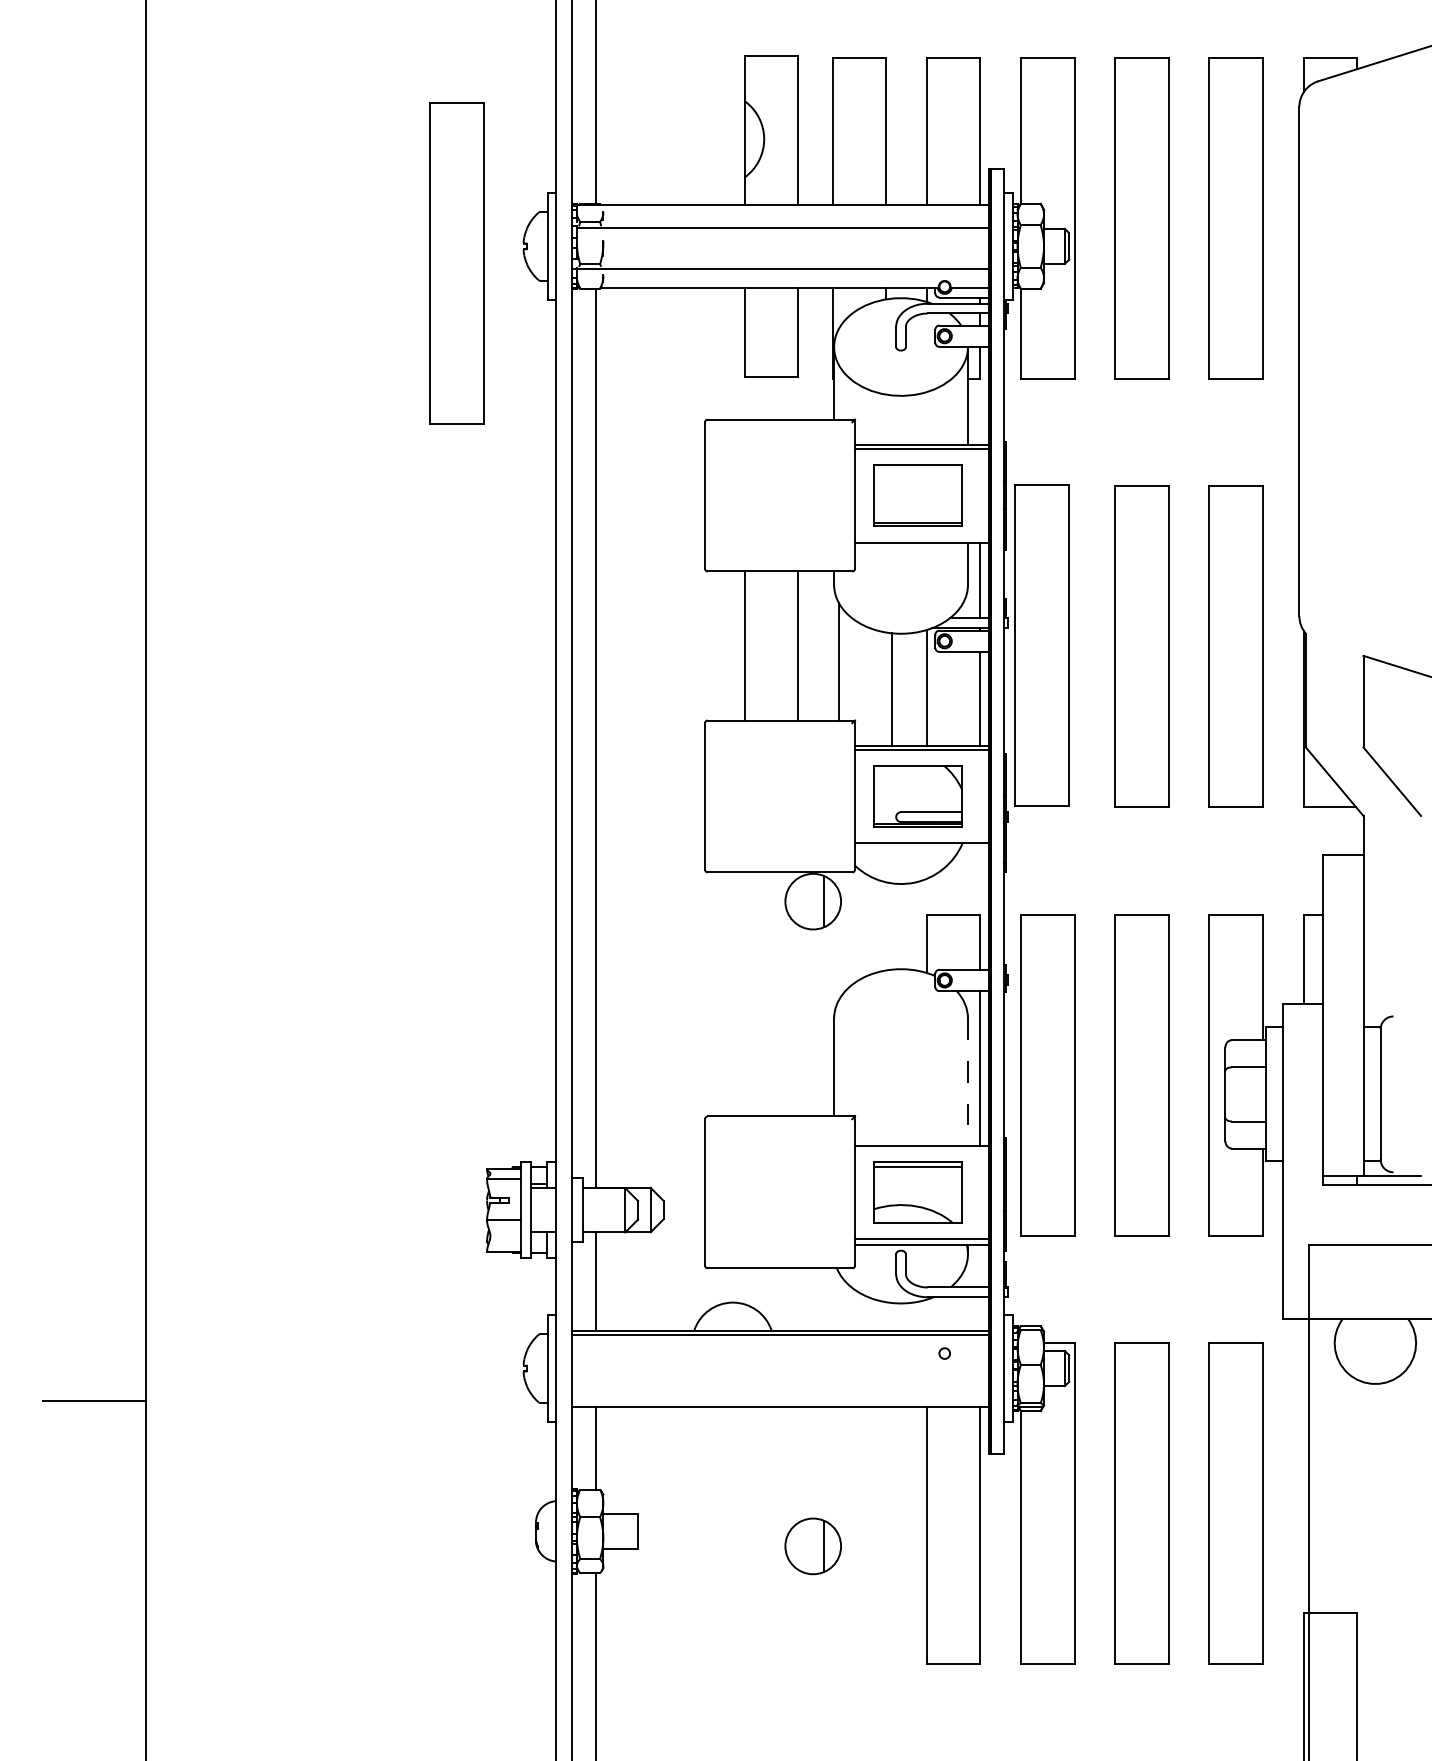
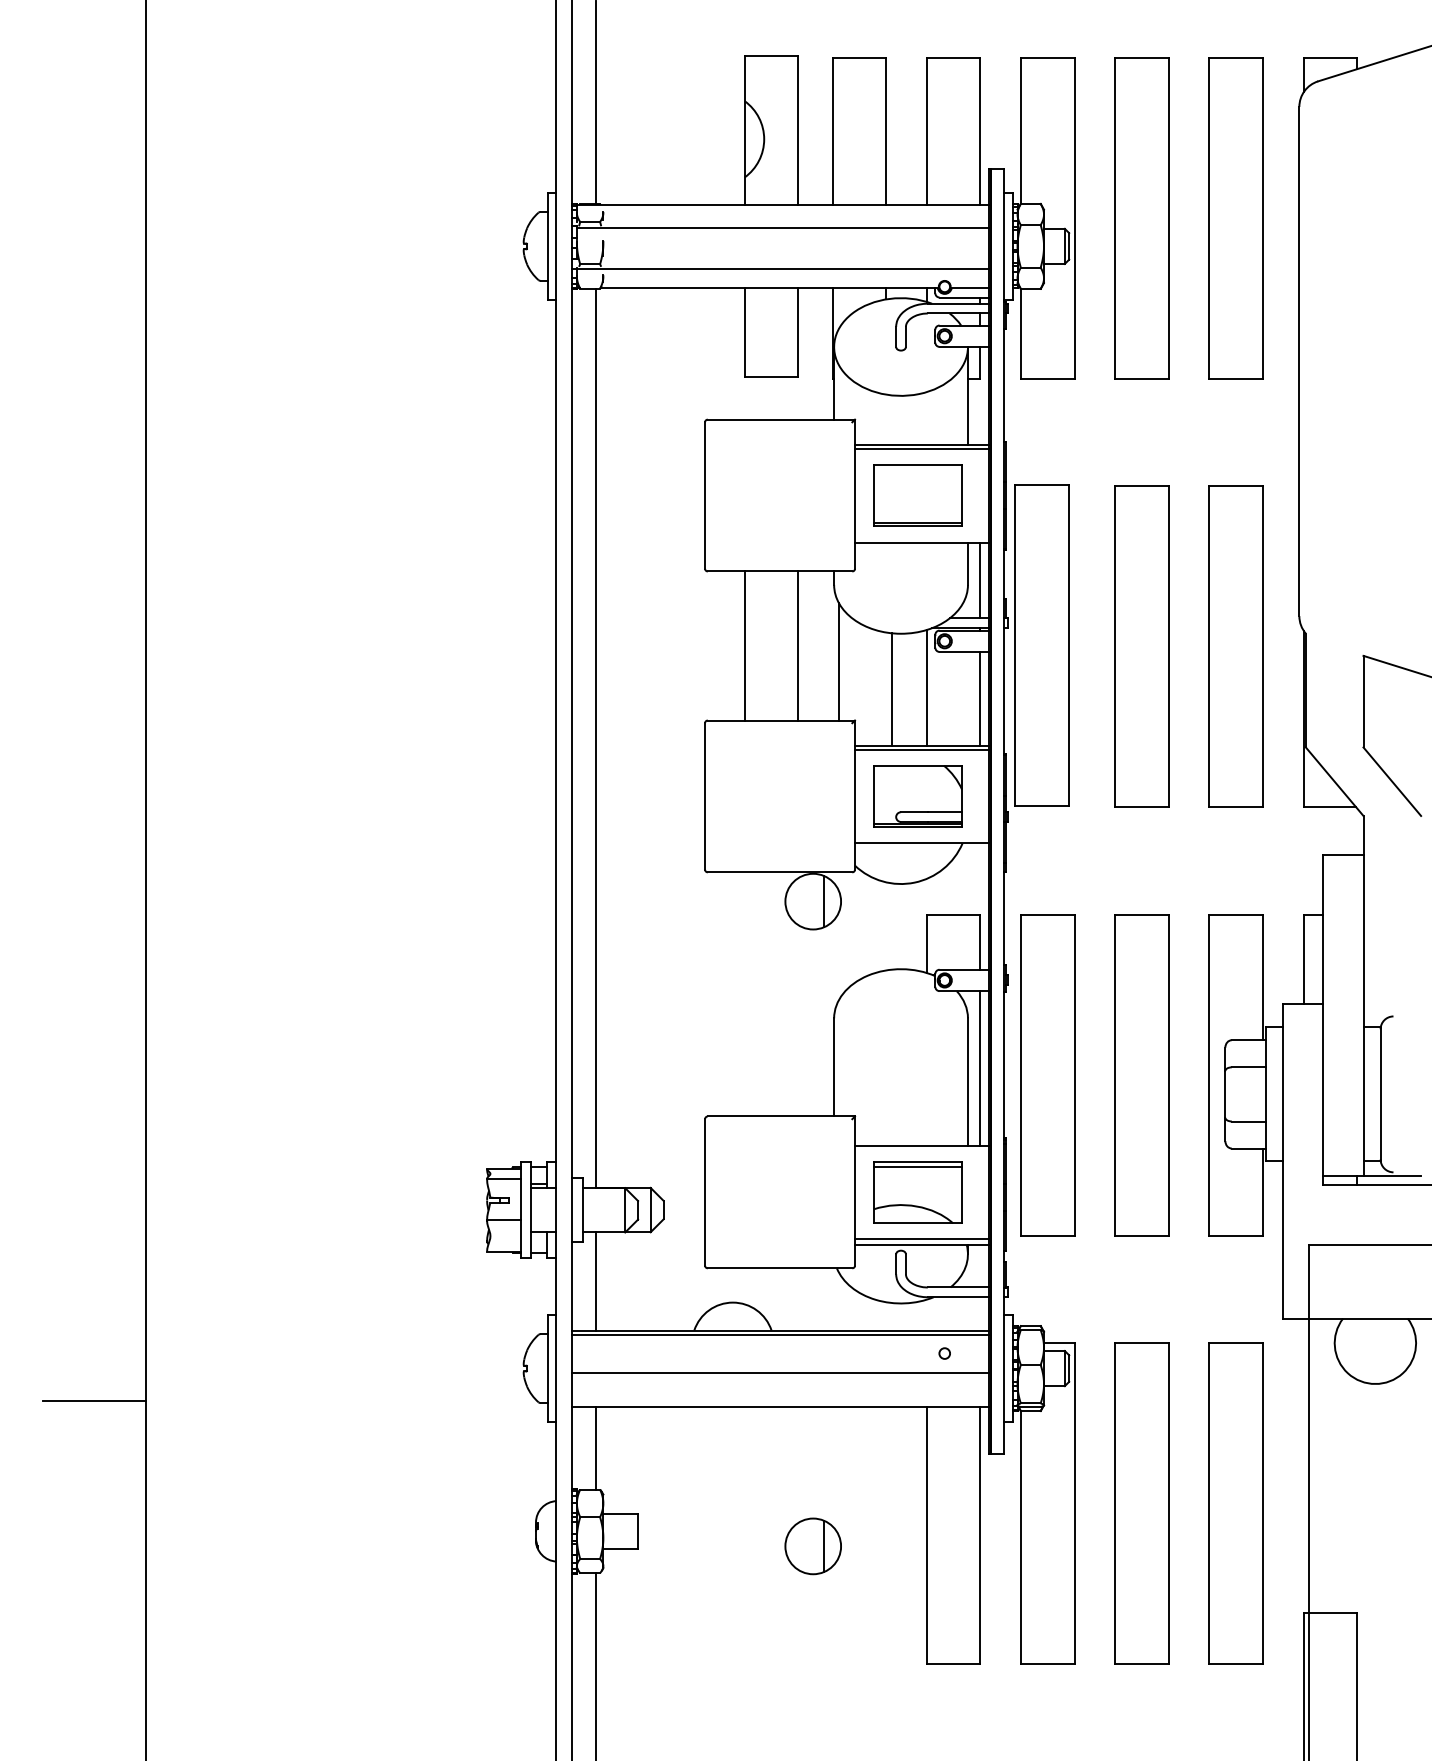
part at (456, 263): present -> none
line at (967, 1082): dashed -> solid
line at (780, 1372): none -> present
